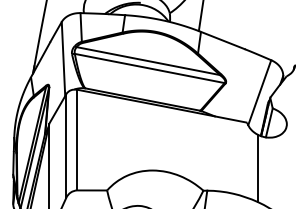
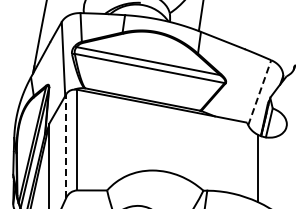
line at (259, 92): solid -> dashed
line at (66, 145): solid -> dashed
